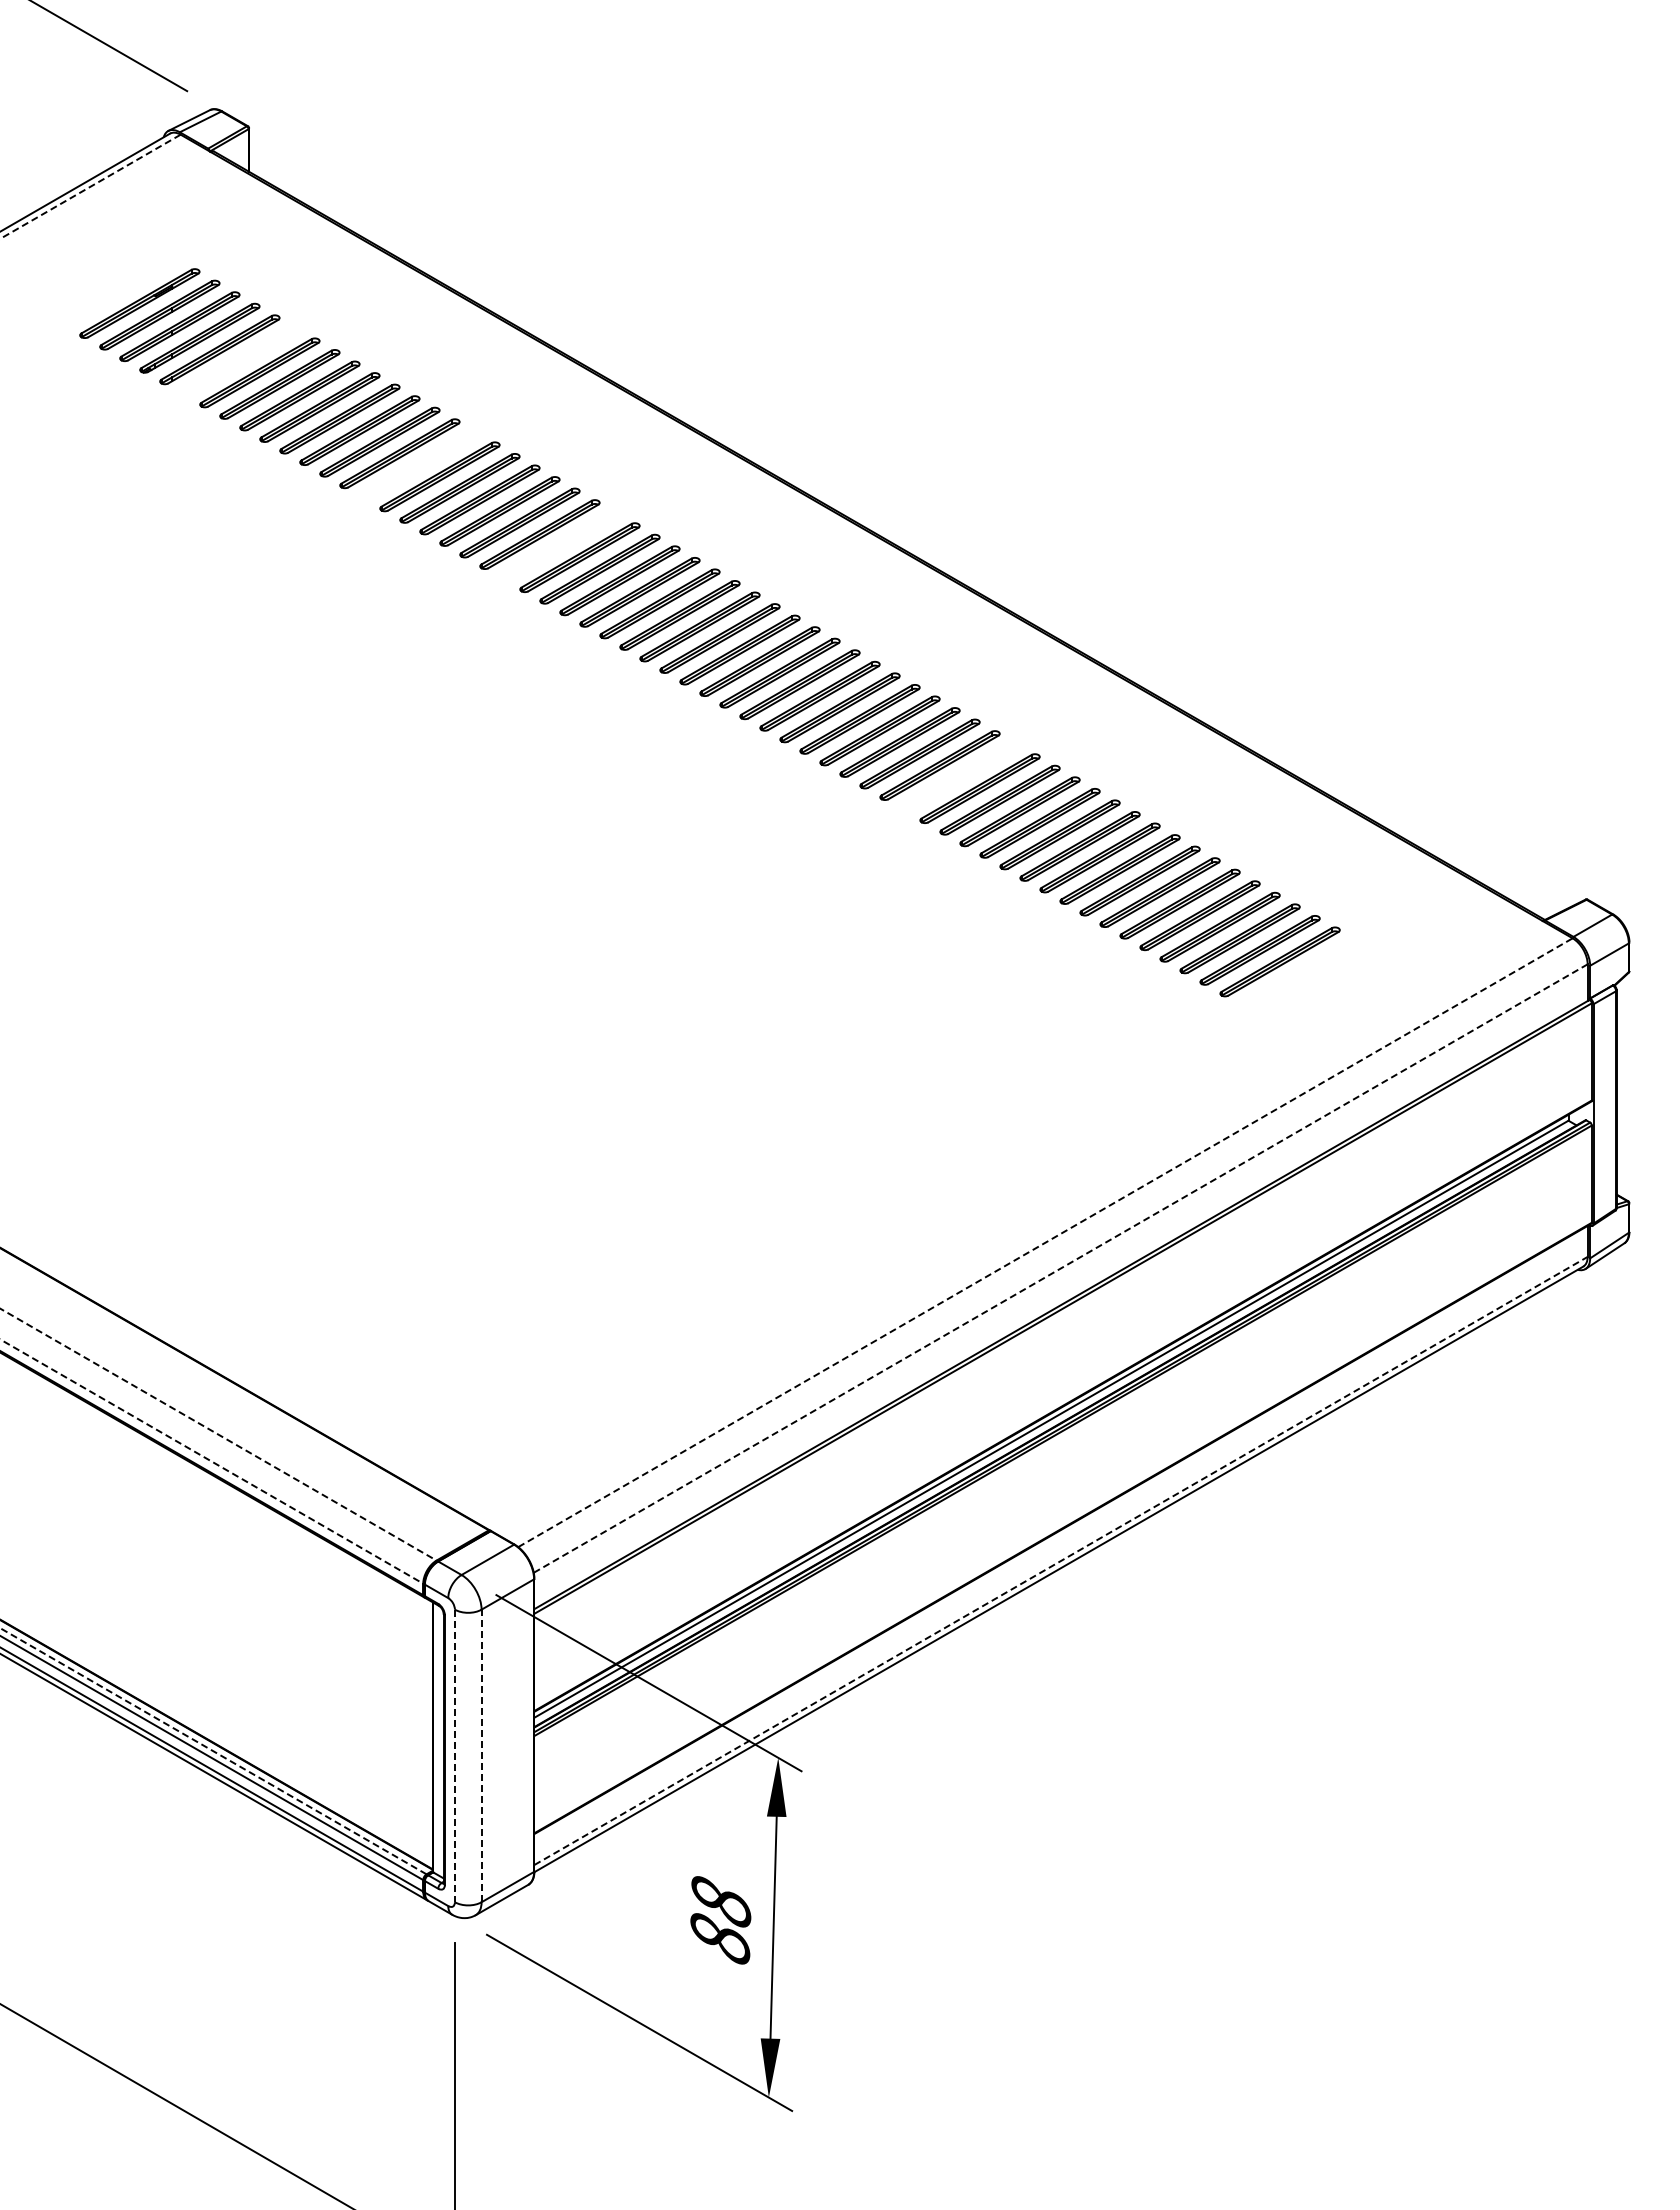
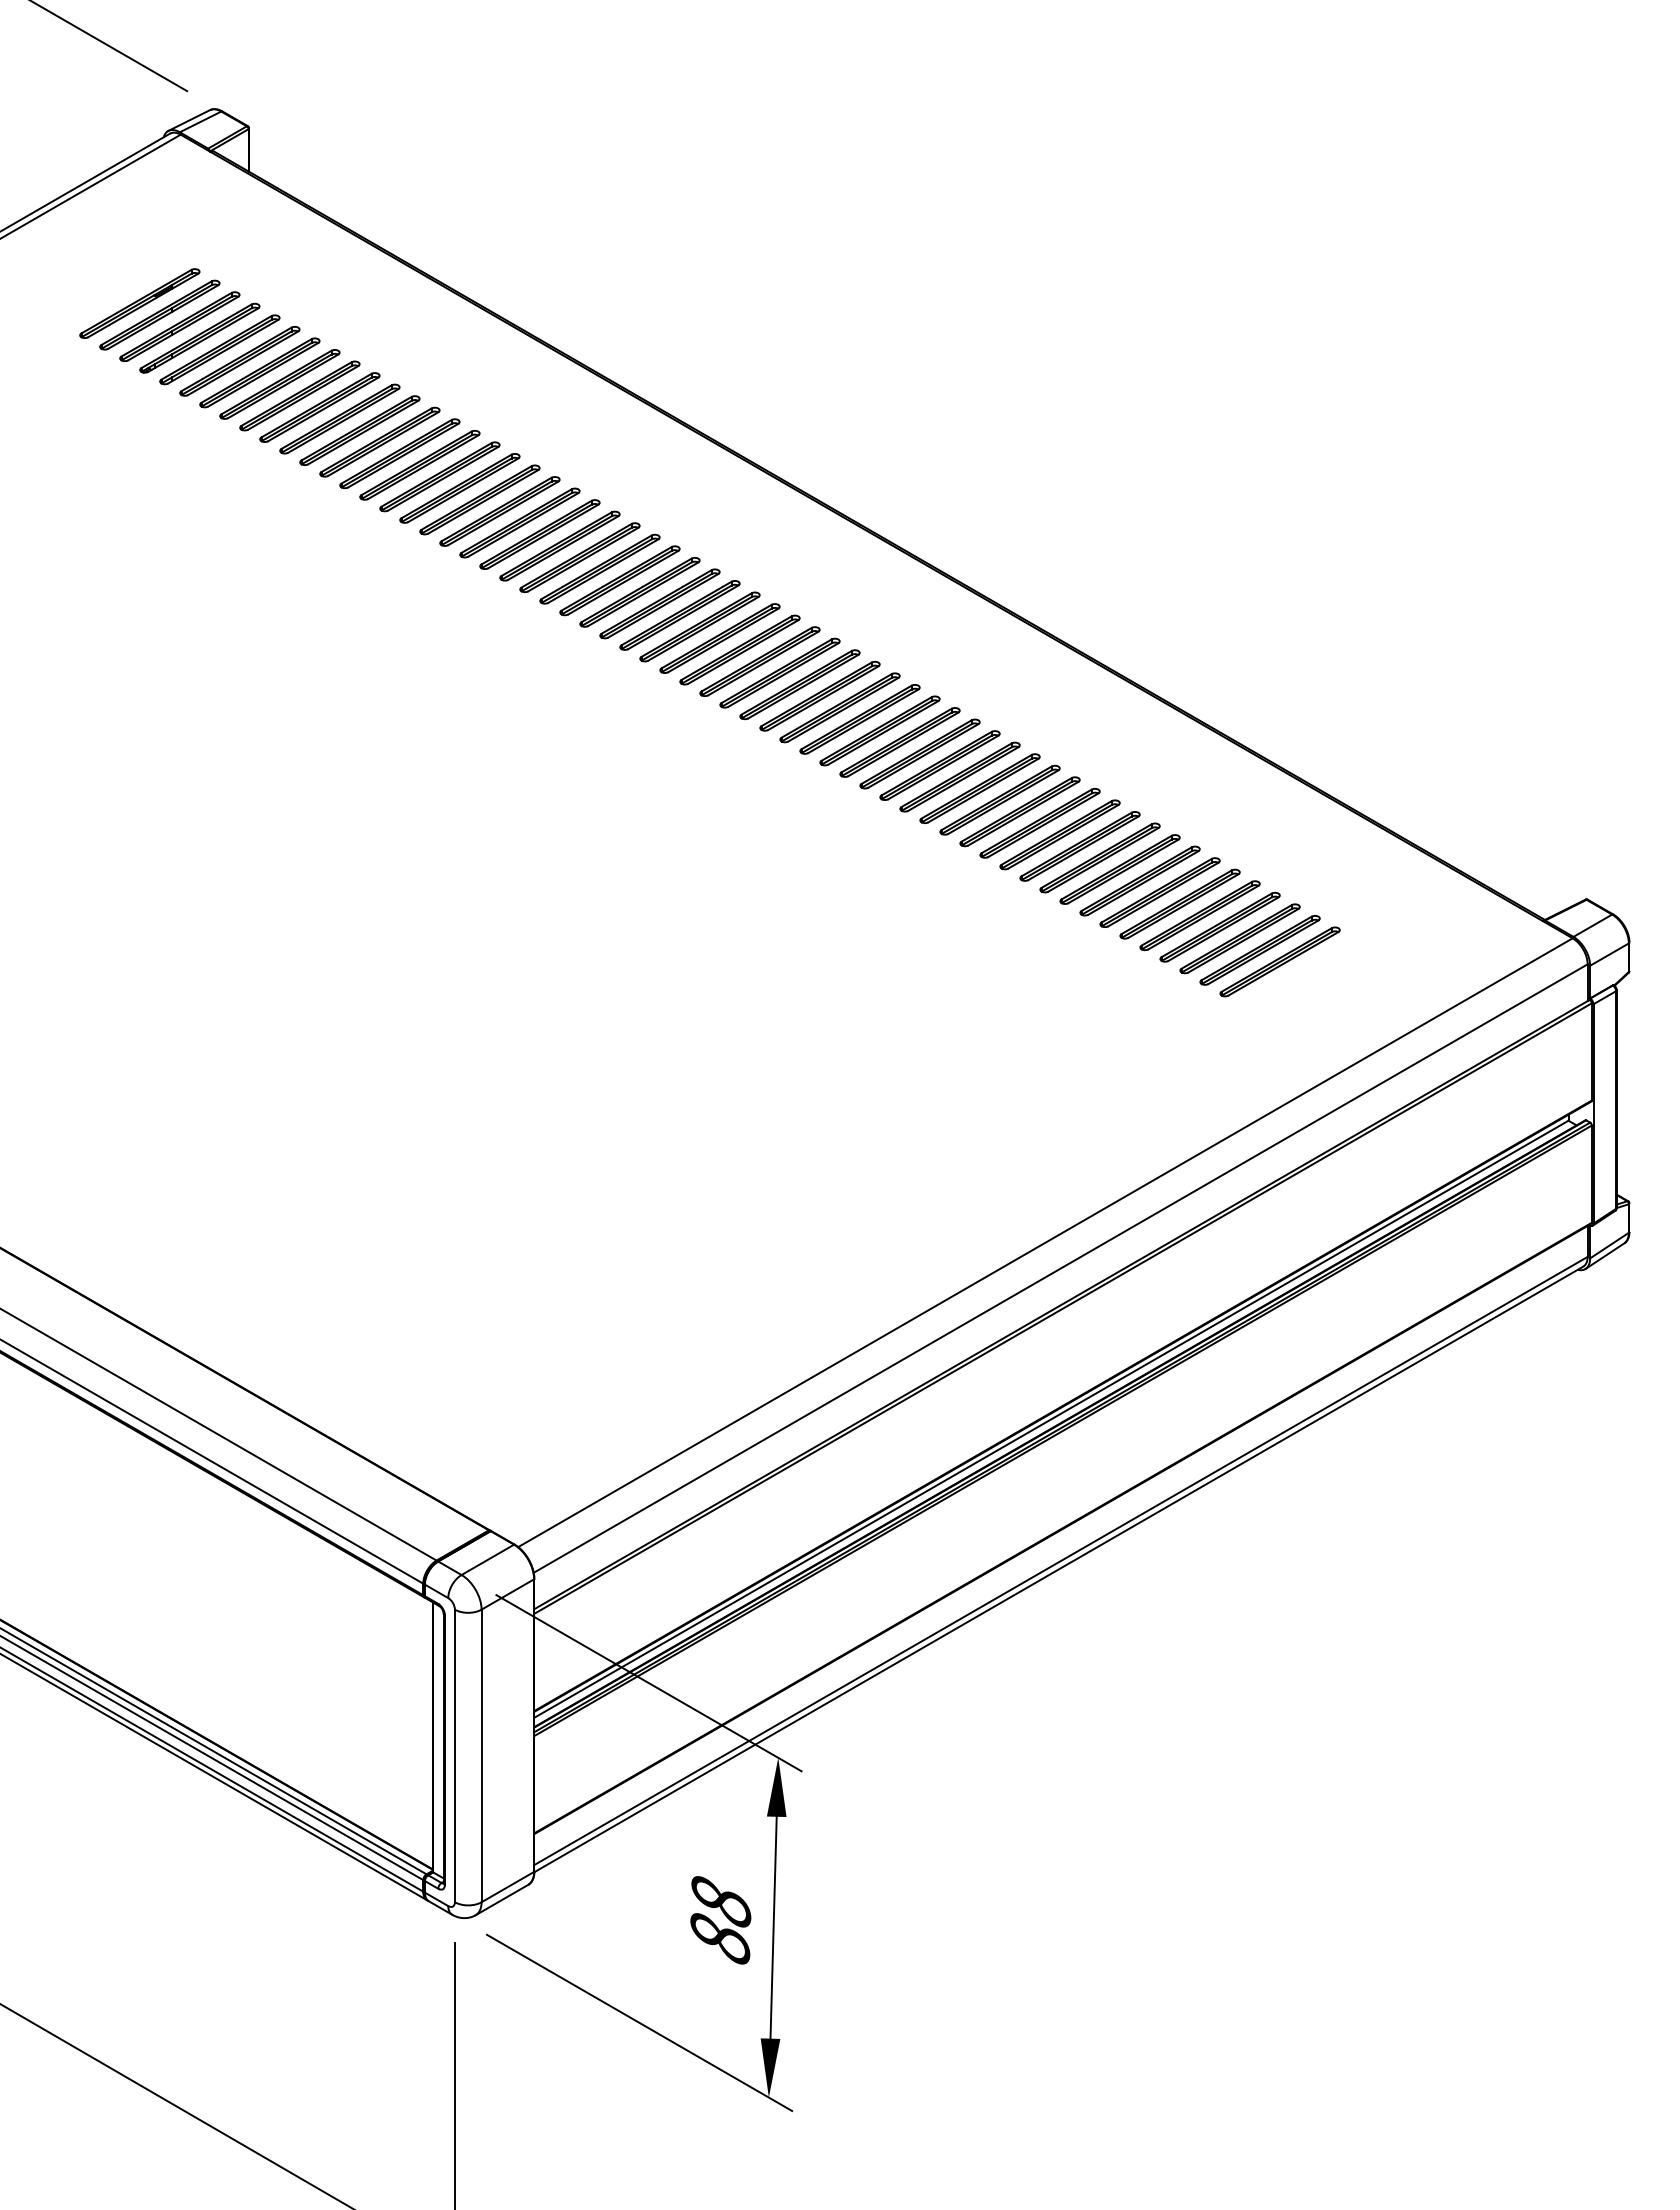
line at (90, 186): dashed -> solid
part at (239, 361): none -> present
part at (419, 465): none -> present
part at (559, 545): none -> present
part at (959, 776): none -> present
line at (1045, 1242): dashed -> solid
line at (1061, 1268): dashed -> solid
line at (218, 1434): dashed -> solid
line at (212, 1461): dashed -> solid
line at (1061, 1560): dashed -> solid
line at (213, 1751): dashed -> solid
line at (481, 1755): dashed -> solid
line at (454, 1756): dashed -> solid
